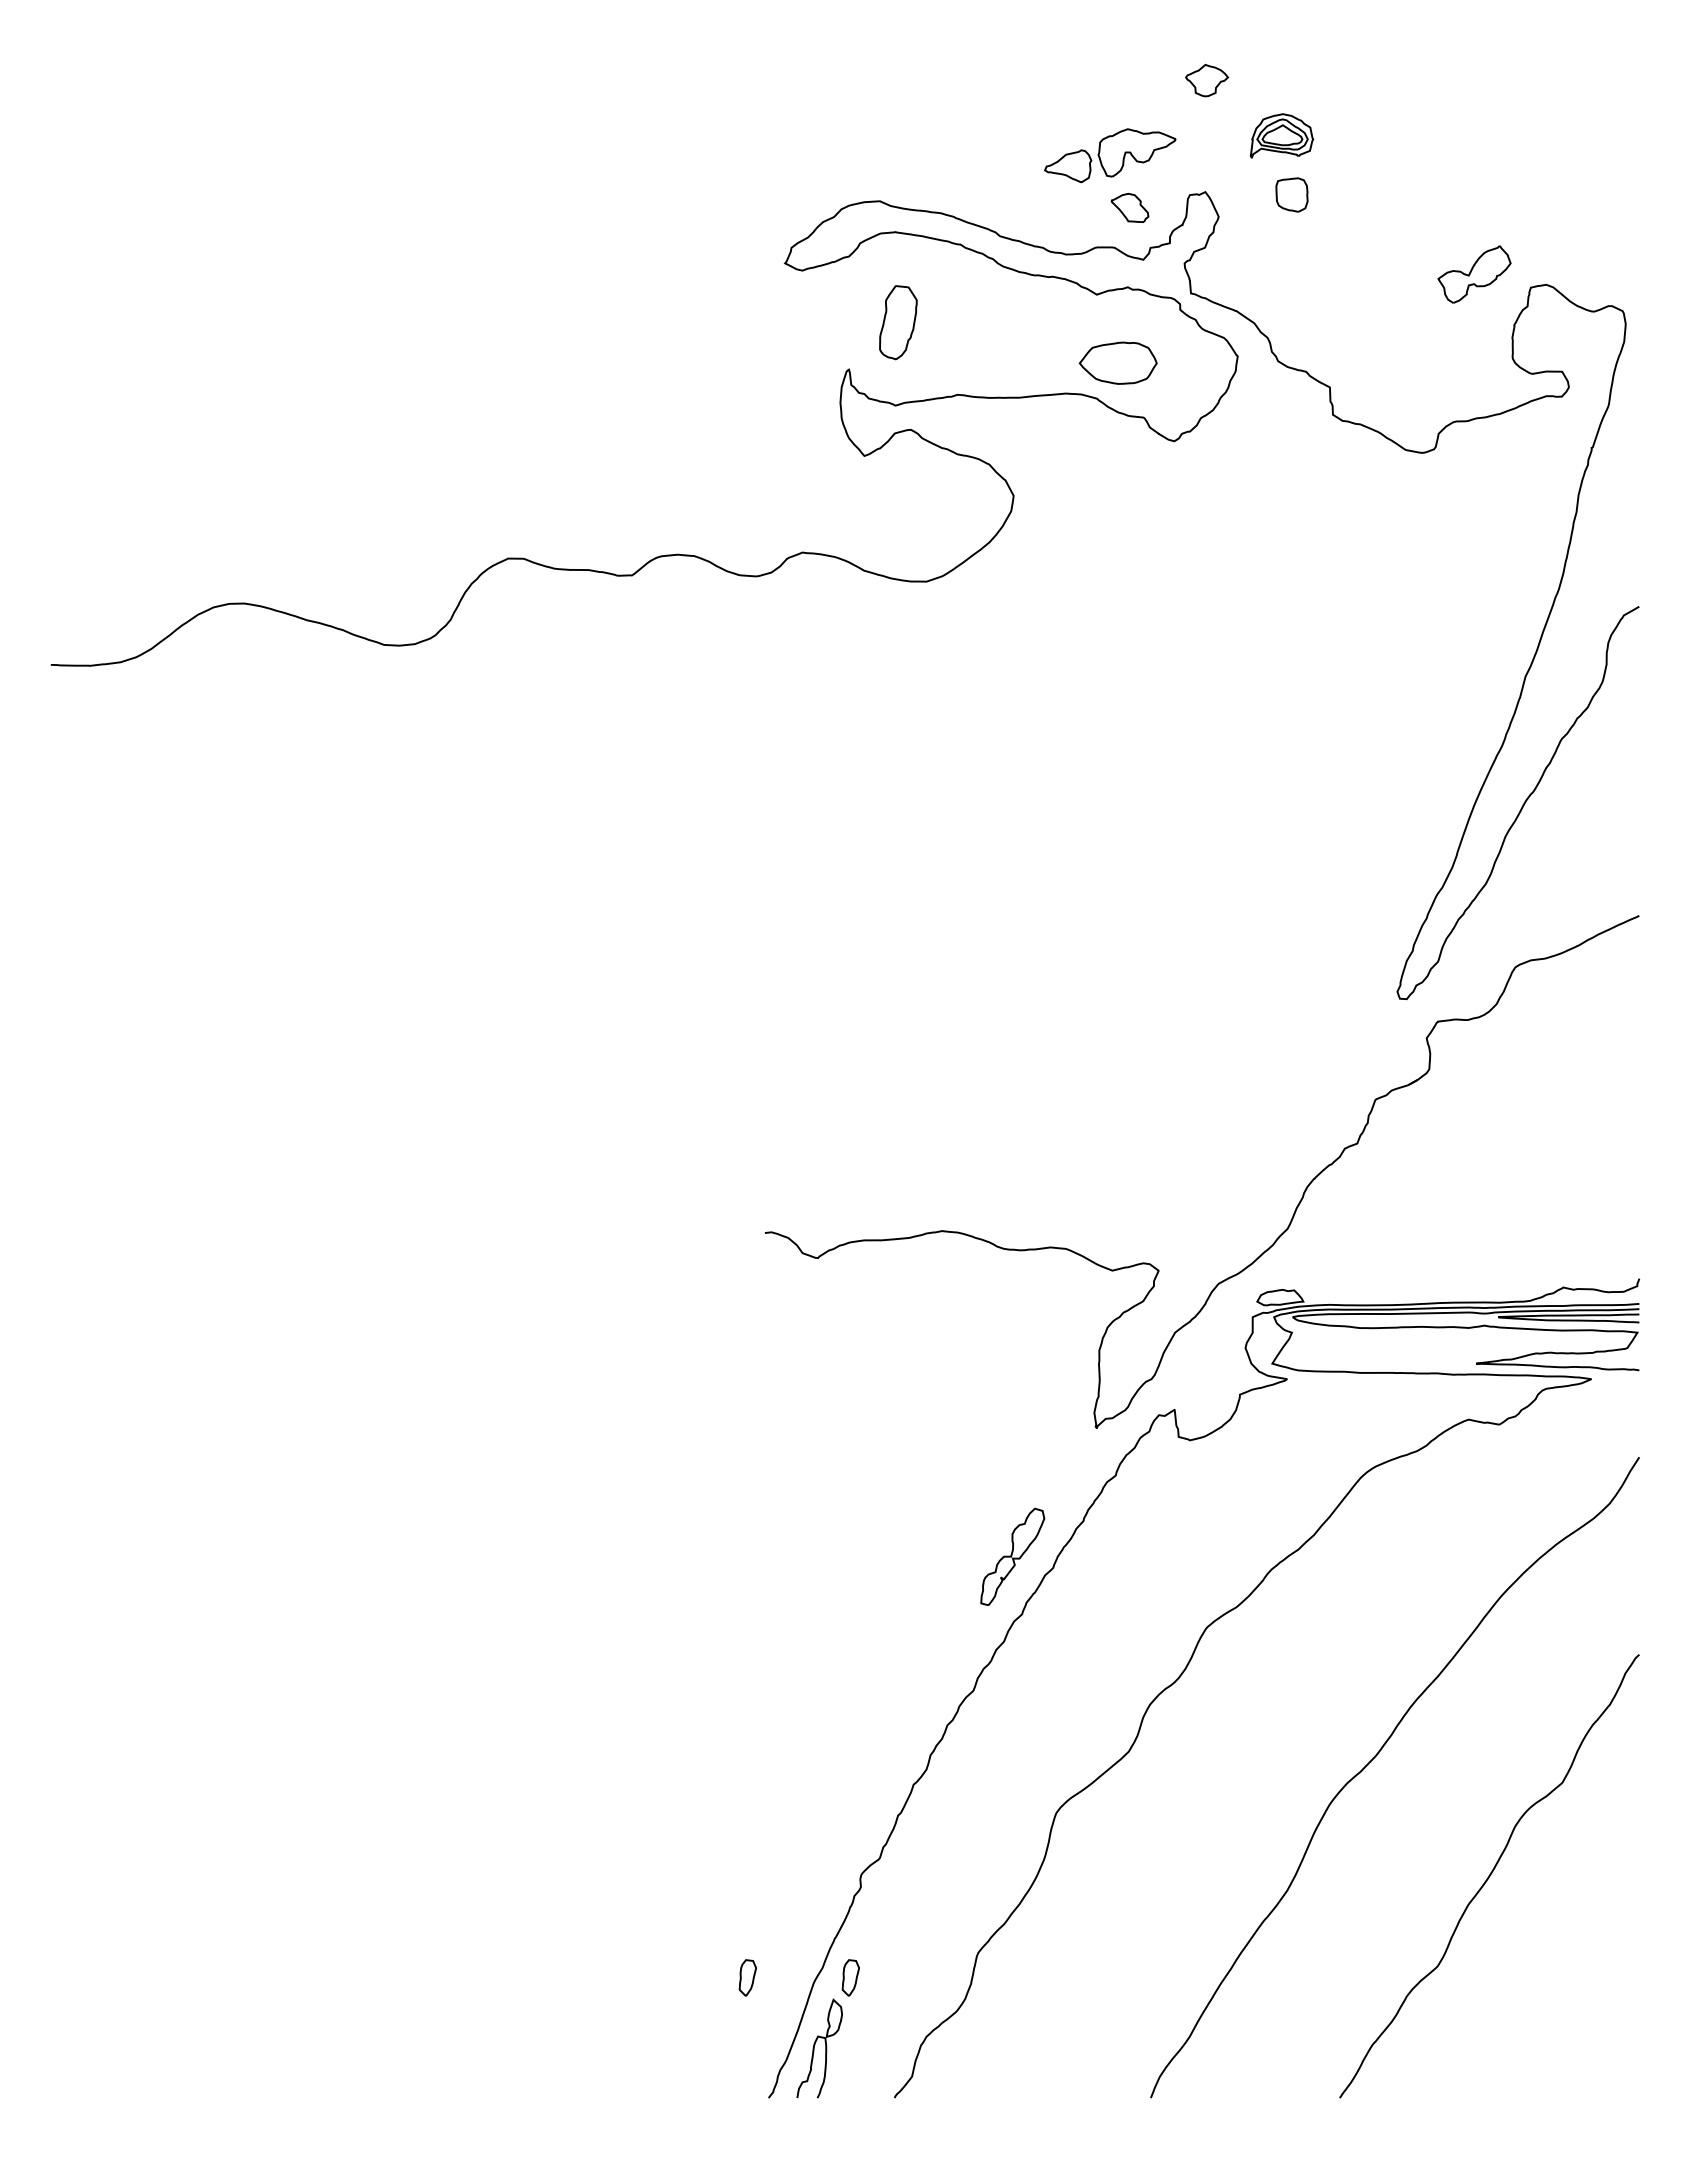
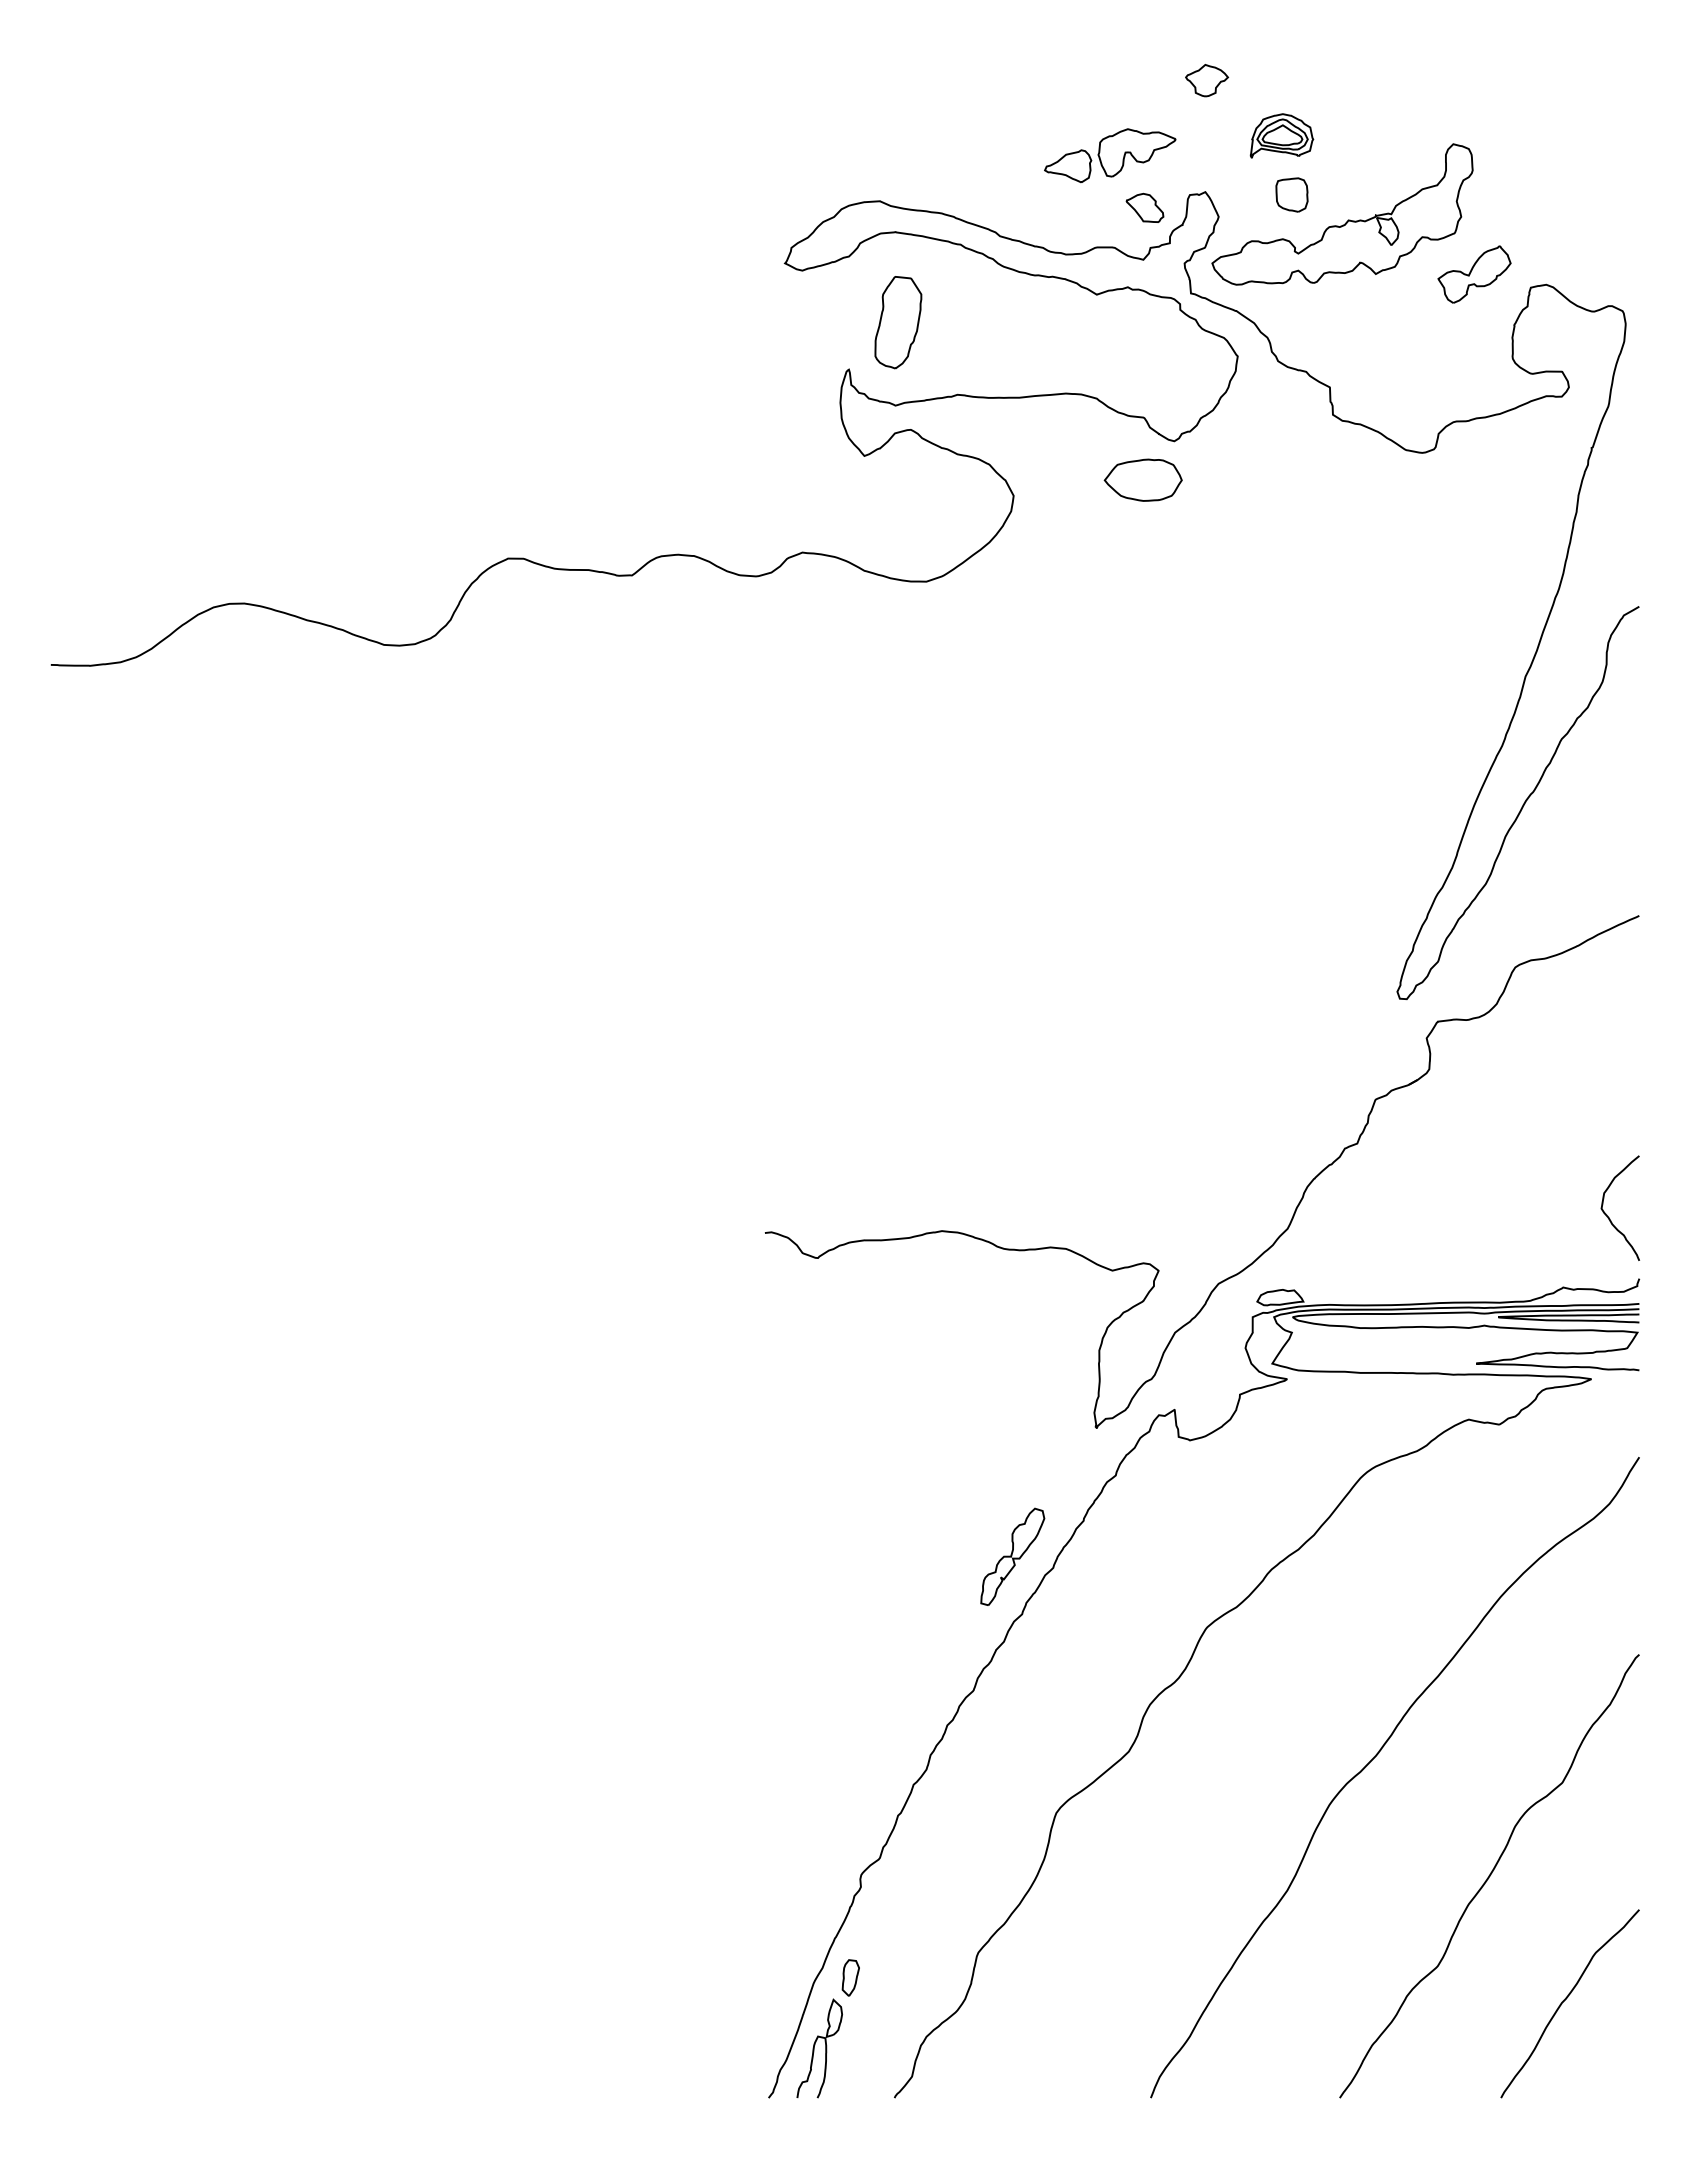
part at (1129, 207) position: (1129, 207) -> (1144, 207)
part at (1348, 219): none -> present
part at (898, 322) size: 39x76 px -> 49x94 px
part at (1117, 362) position: (1117, 362) -> (1142, 479)
curve at (1609, 1217): none -> present
part at (747, 1977): present -> none
curve at (1566, 1999): none -> present
